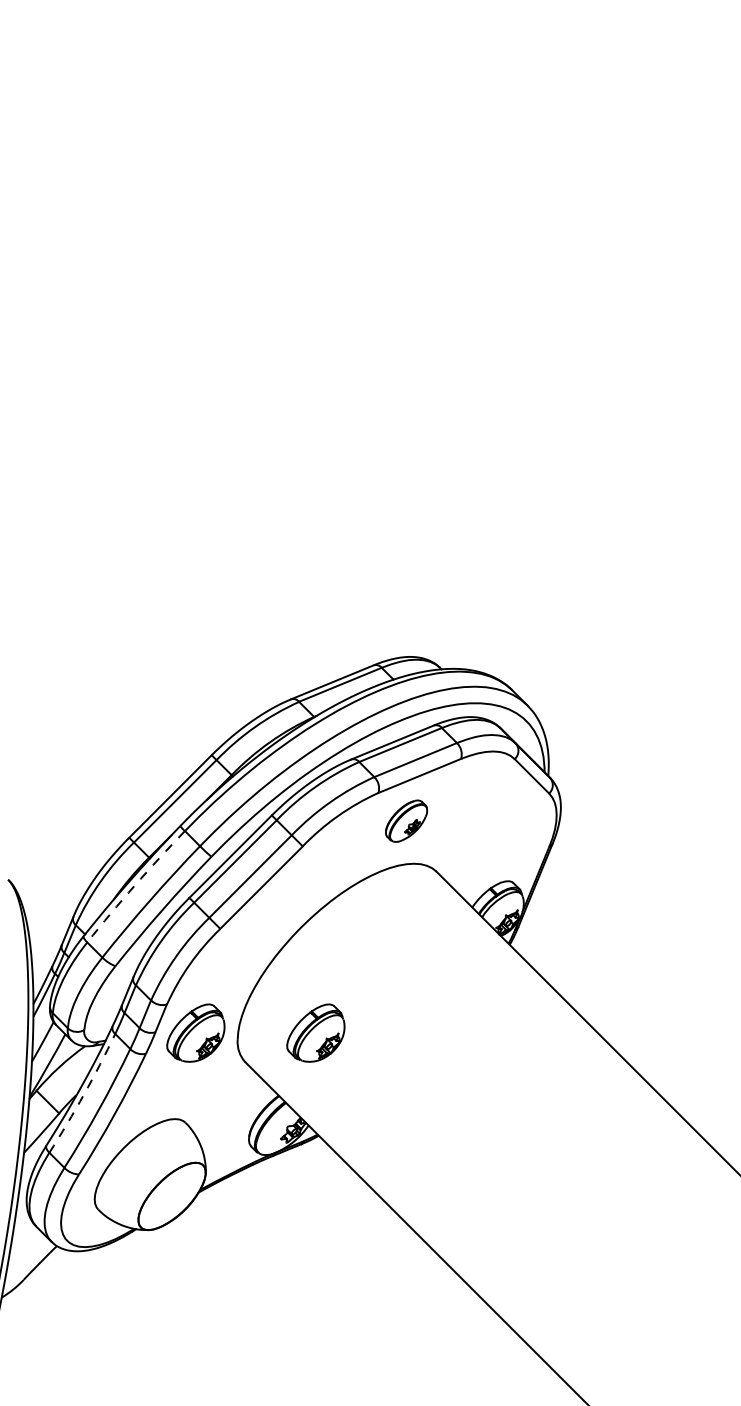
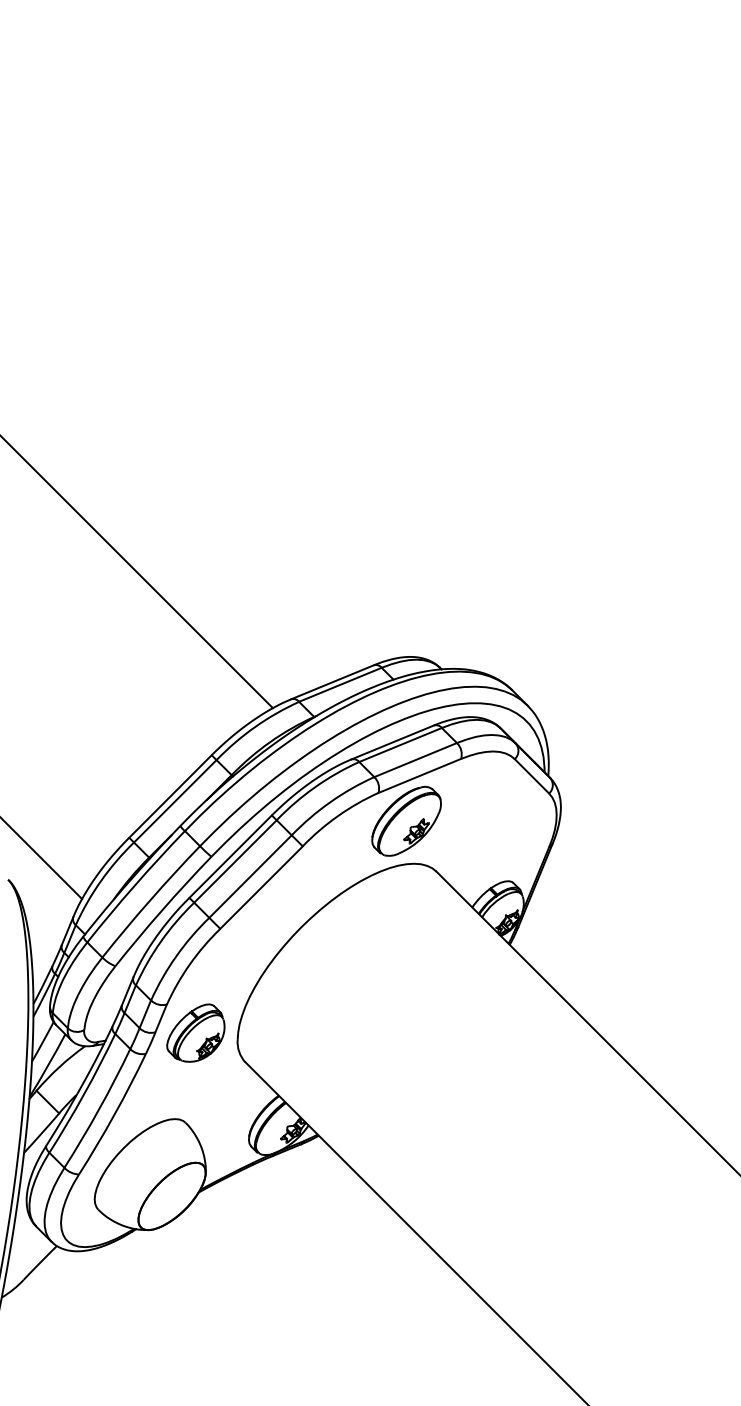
line at (137, 572): none -> present
part at (406, 820) size: 44x44 px -> 71x72 px
line at (42, 859): none -> present
arc at (134, 885): dashed -> solid
part at (315, 1032): present -> none
arc at (84, 1094): dashed -> solid
